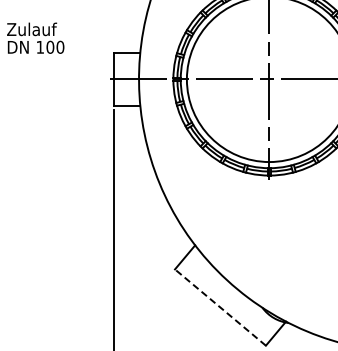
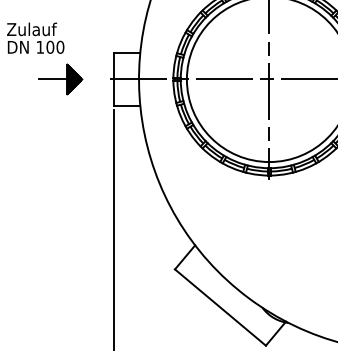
part at (60, 79): none -> present
line at (220, 307): dashed -> solid
